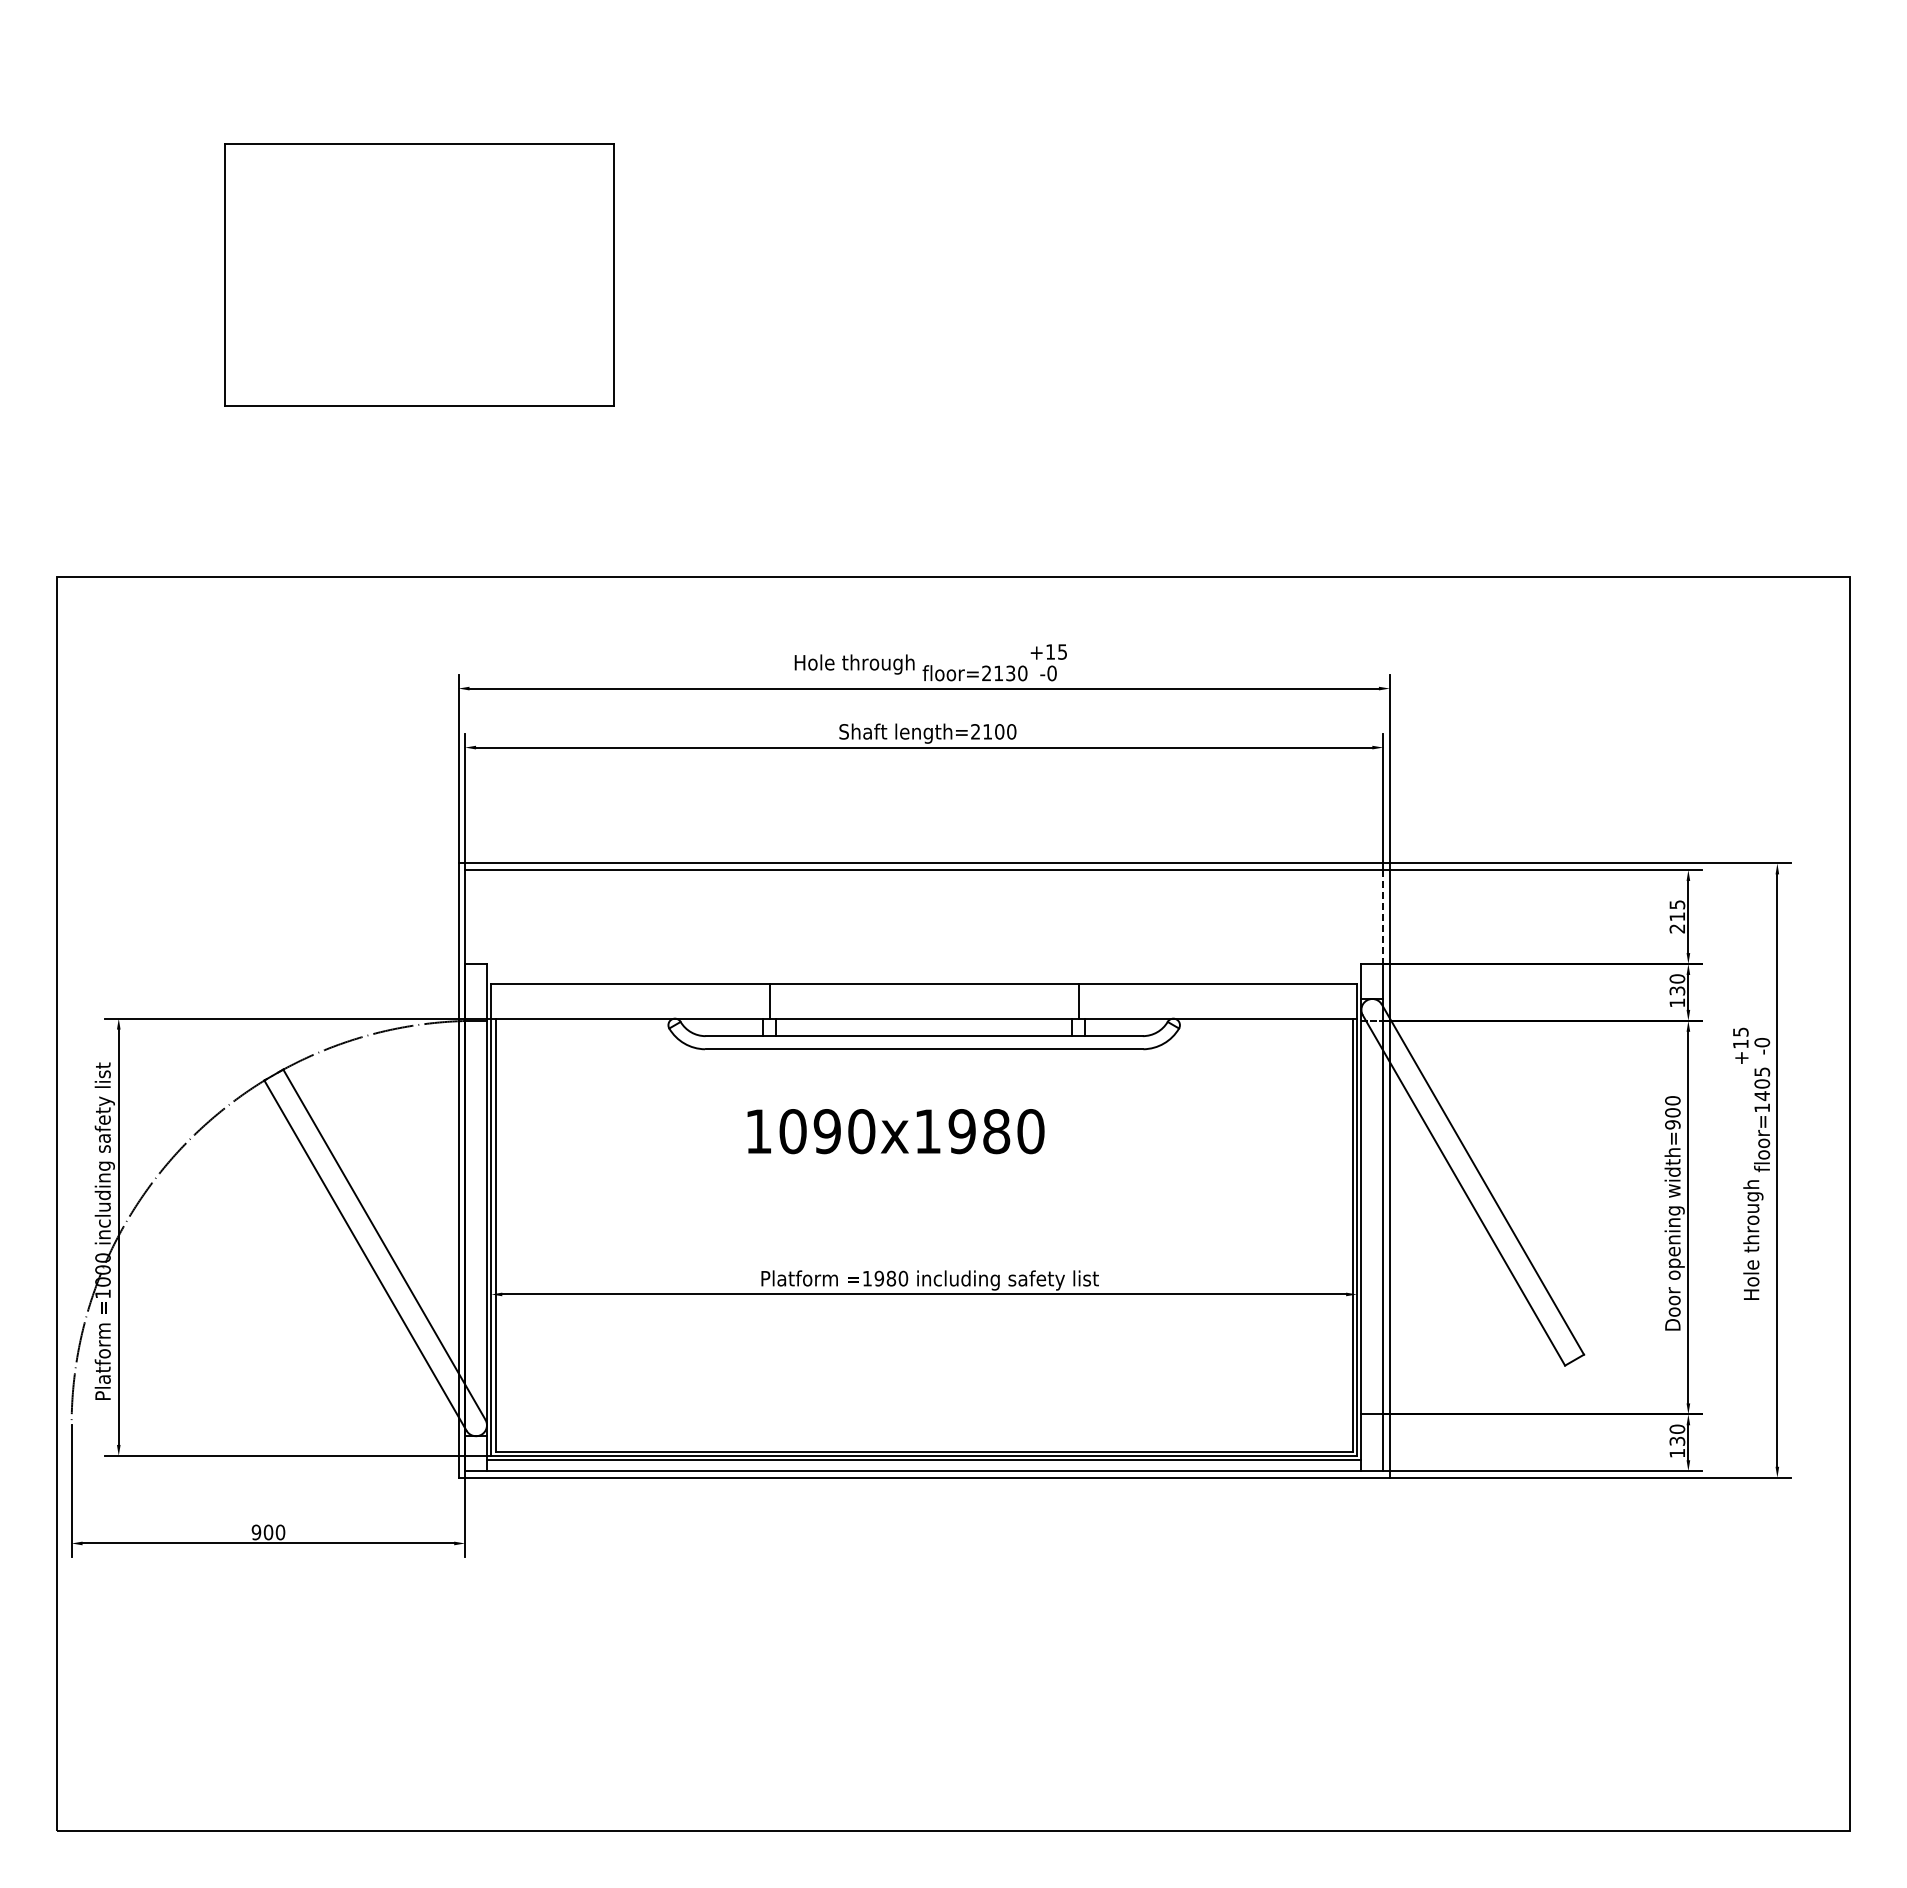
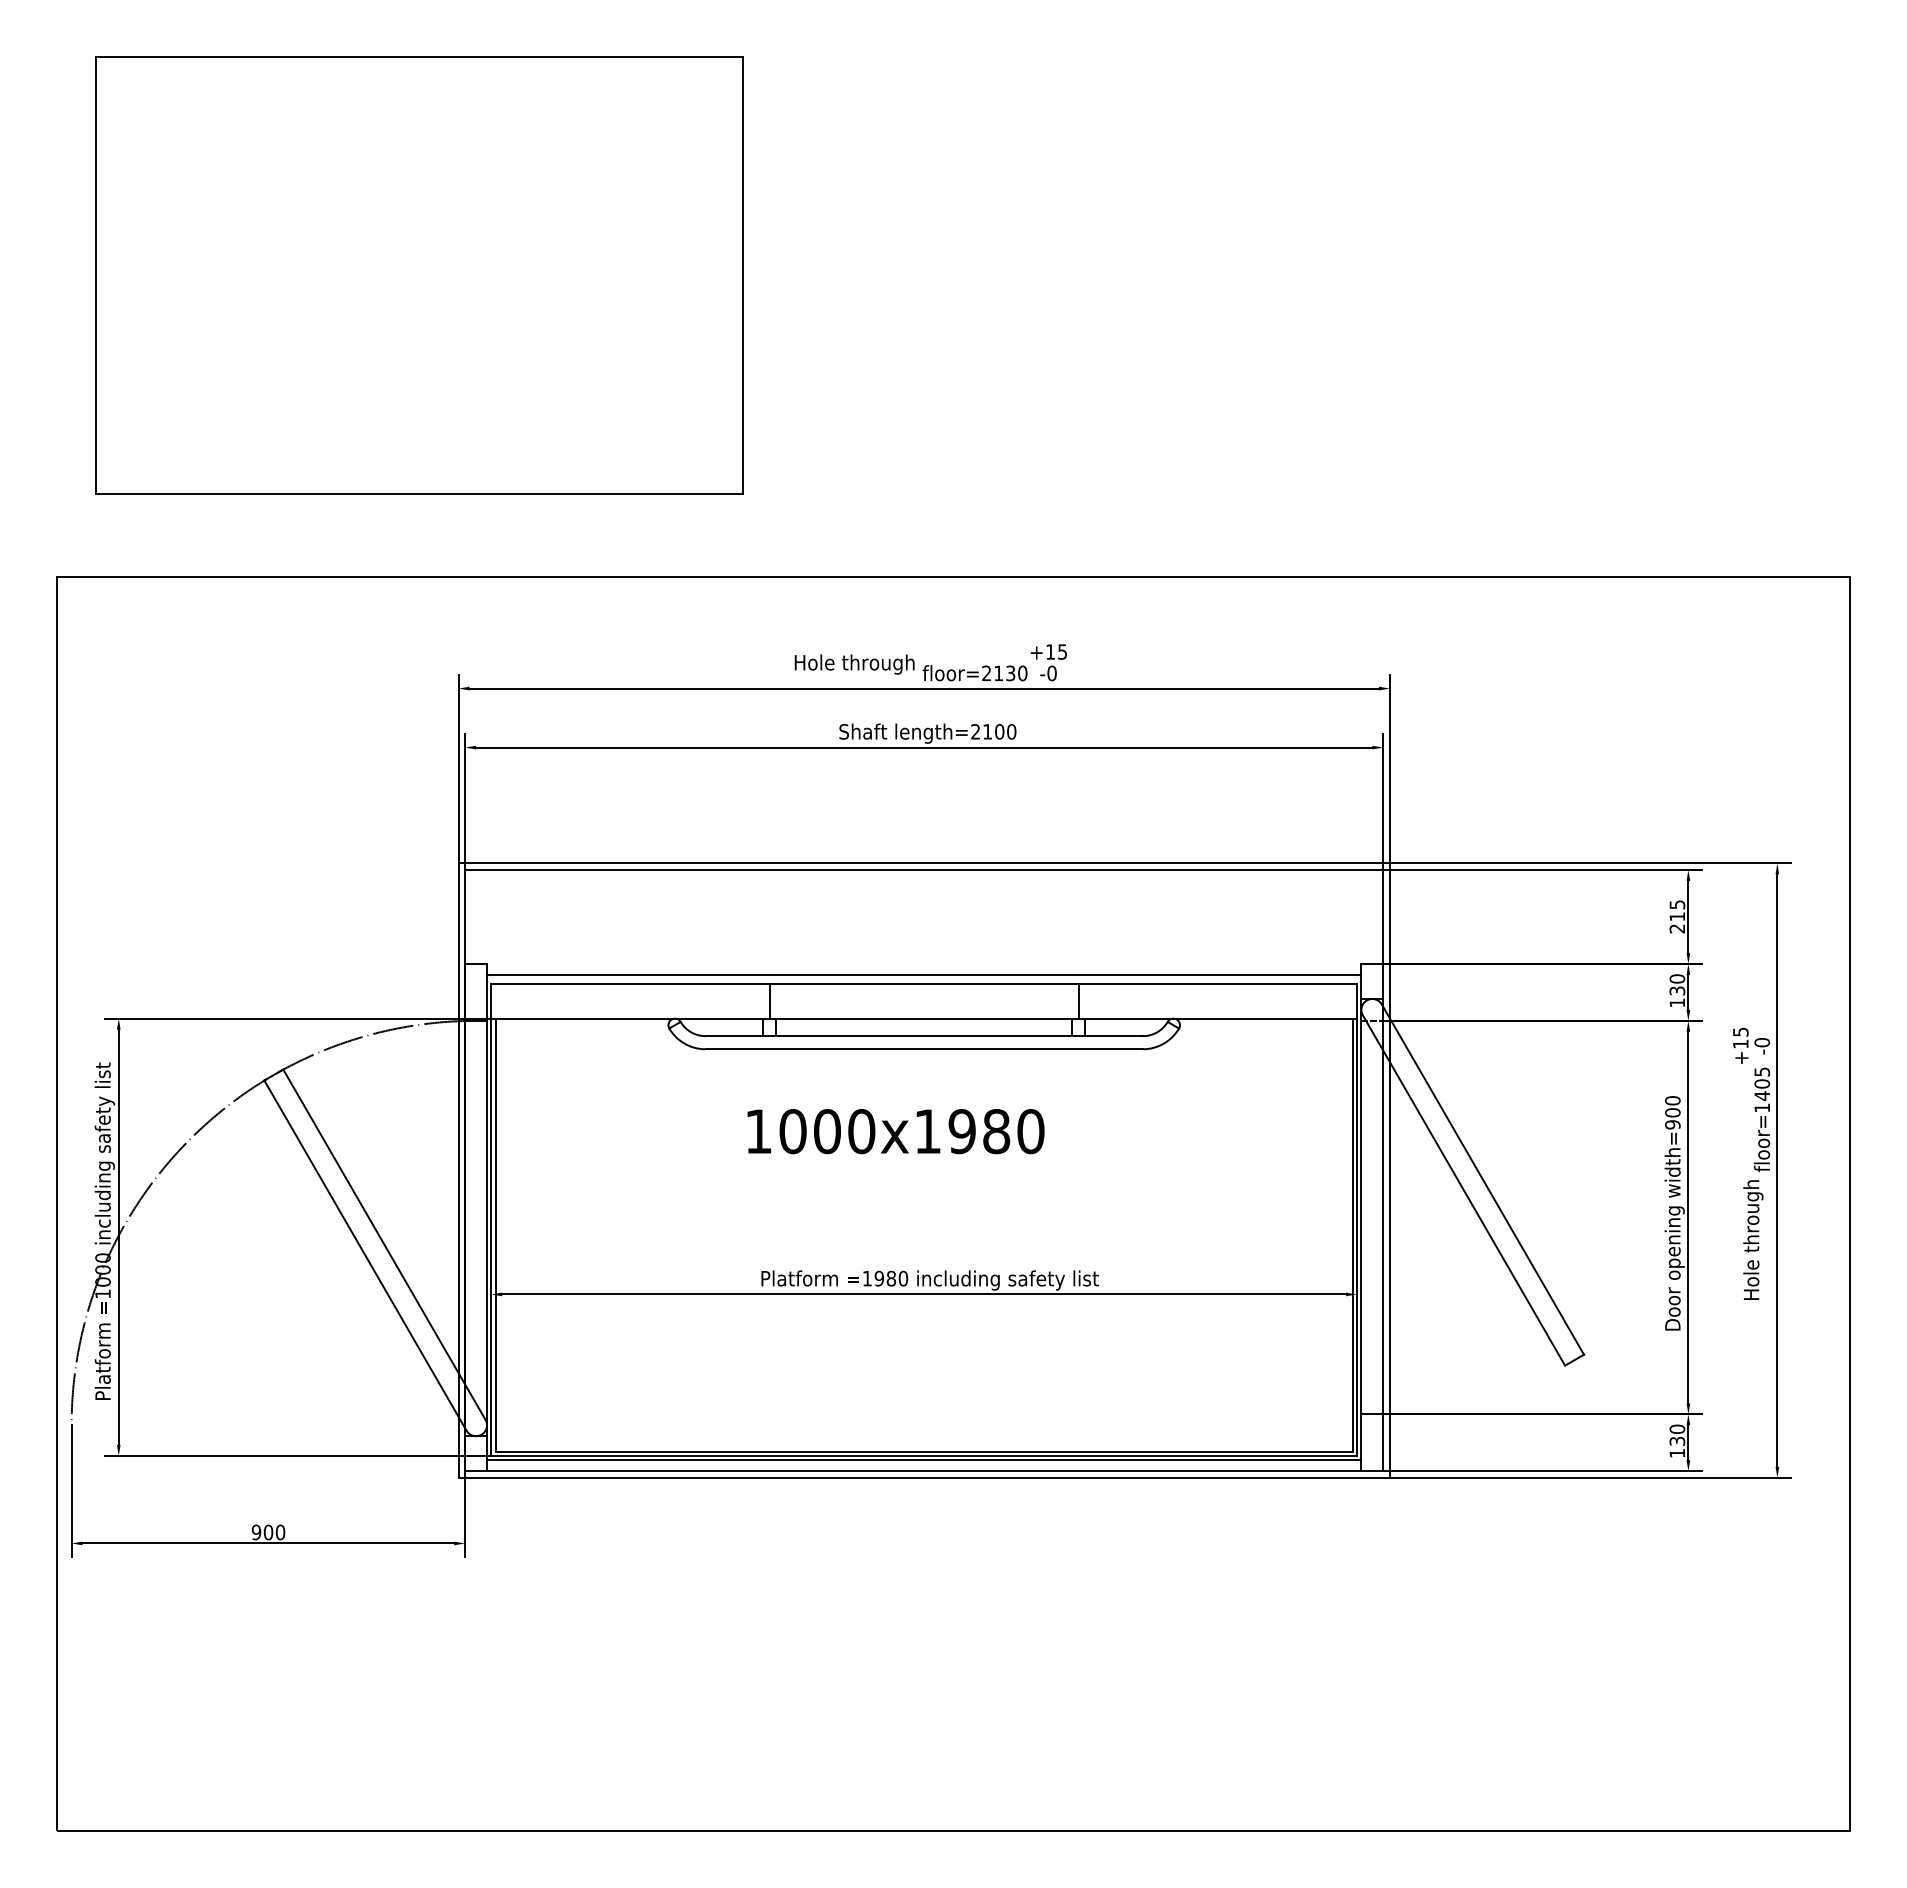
part at (419, 274) size: 391x264 px -> 649x439 px
line at (1383, 917): dashed -> solid
line at (923, 974): none -> present
text at (827, 1131): 1090x1980 -> 1000x1980
